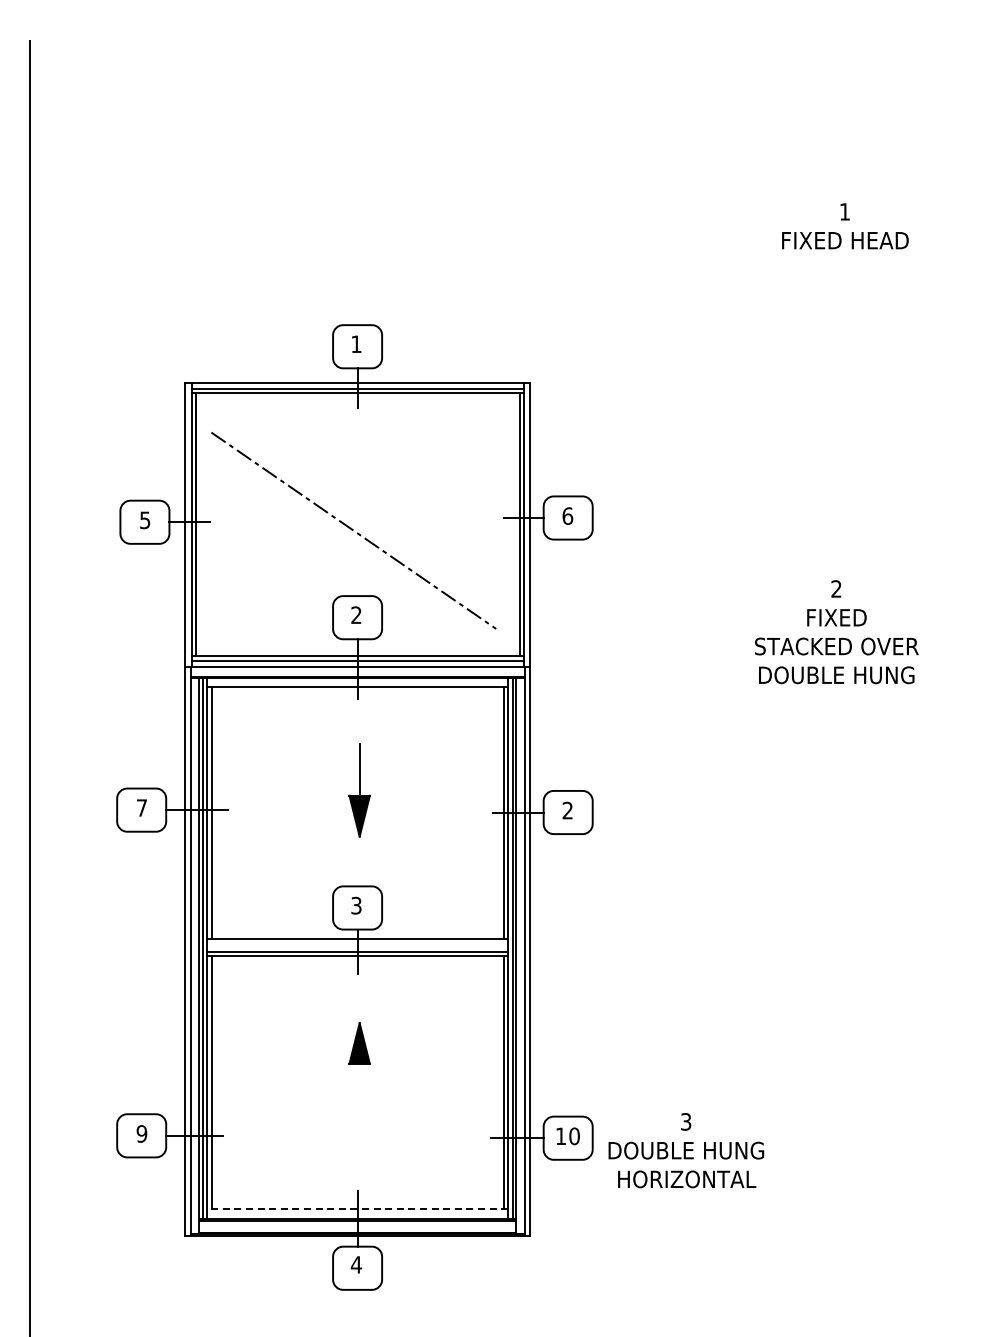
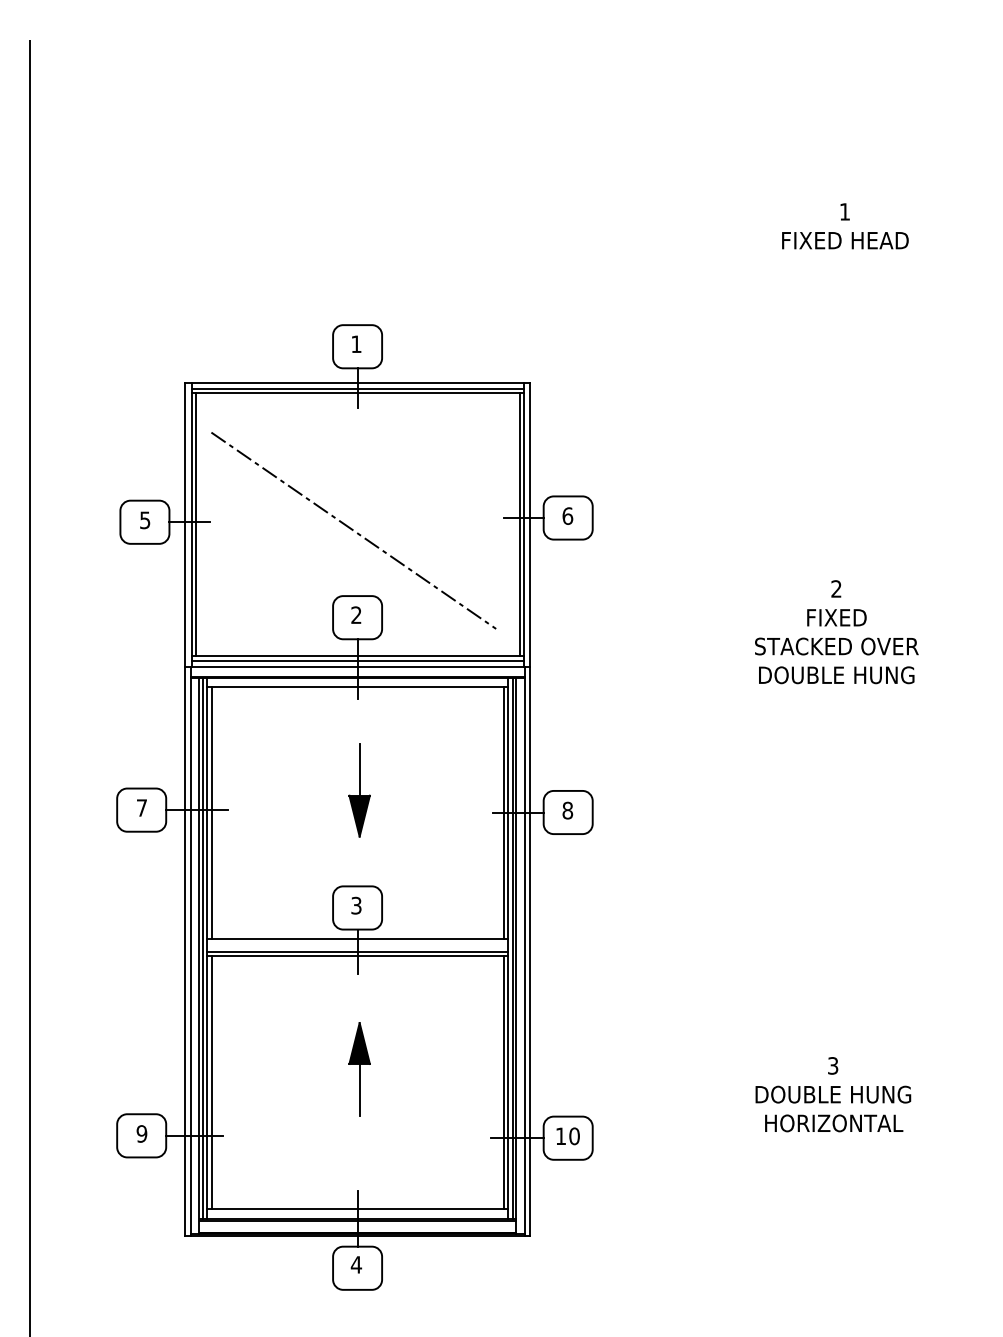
text at (567, 810): 2 -> 8
line at (359, 1089): none -> present
text at (686, 1150) position: (686, 1150) -> (833, 1094)
line at (357, 1208): dashed -> solid
